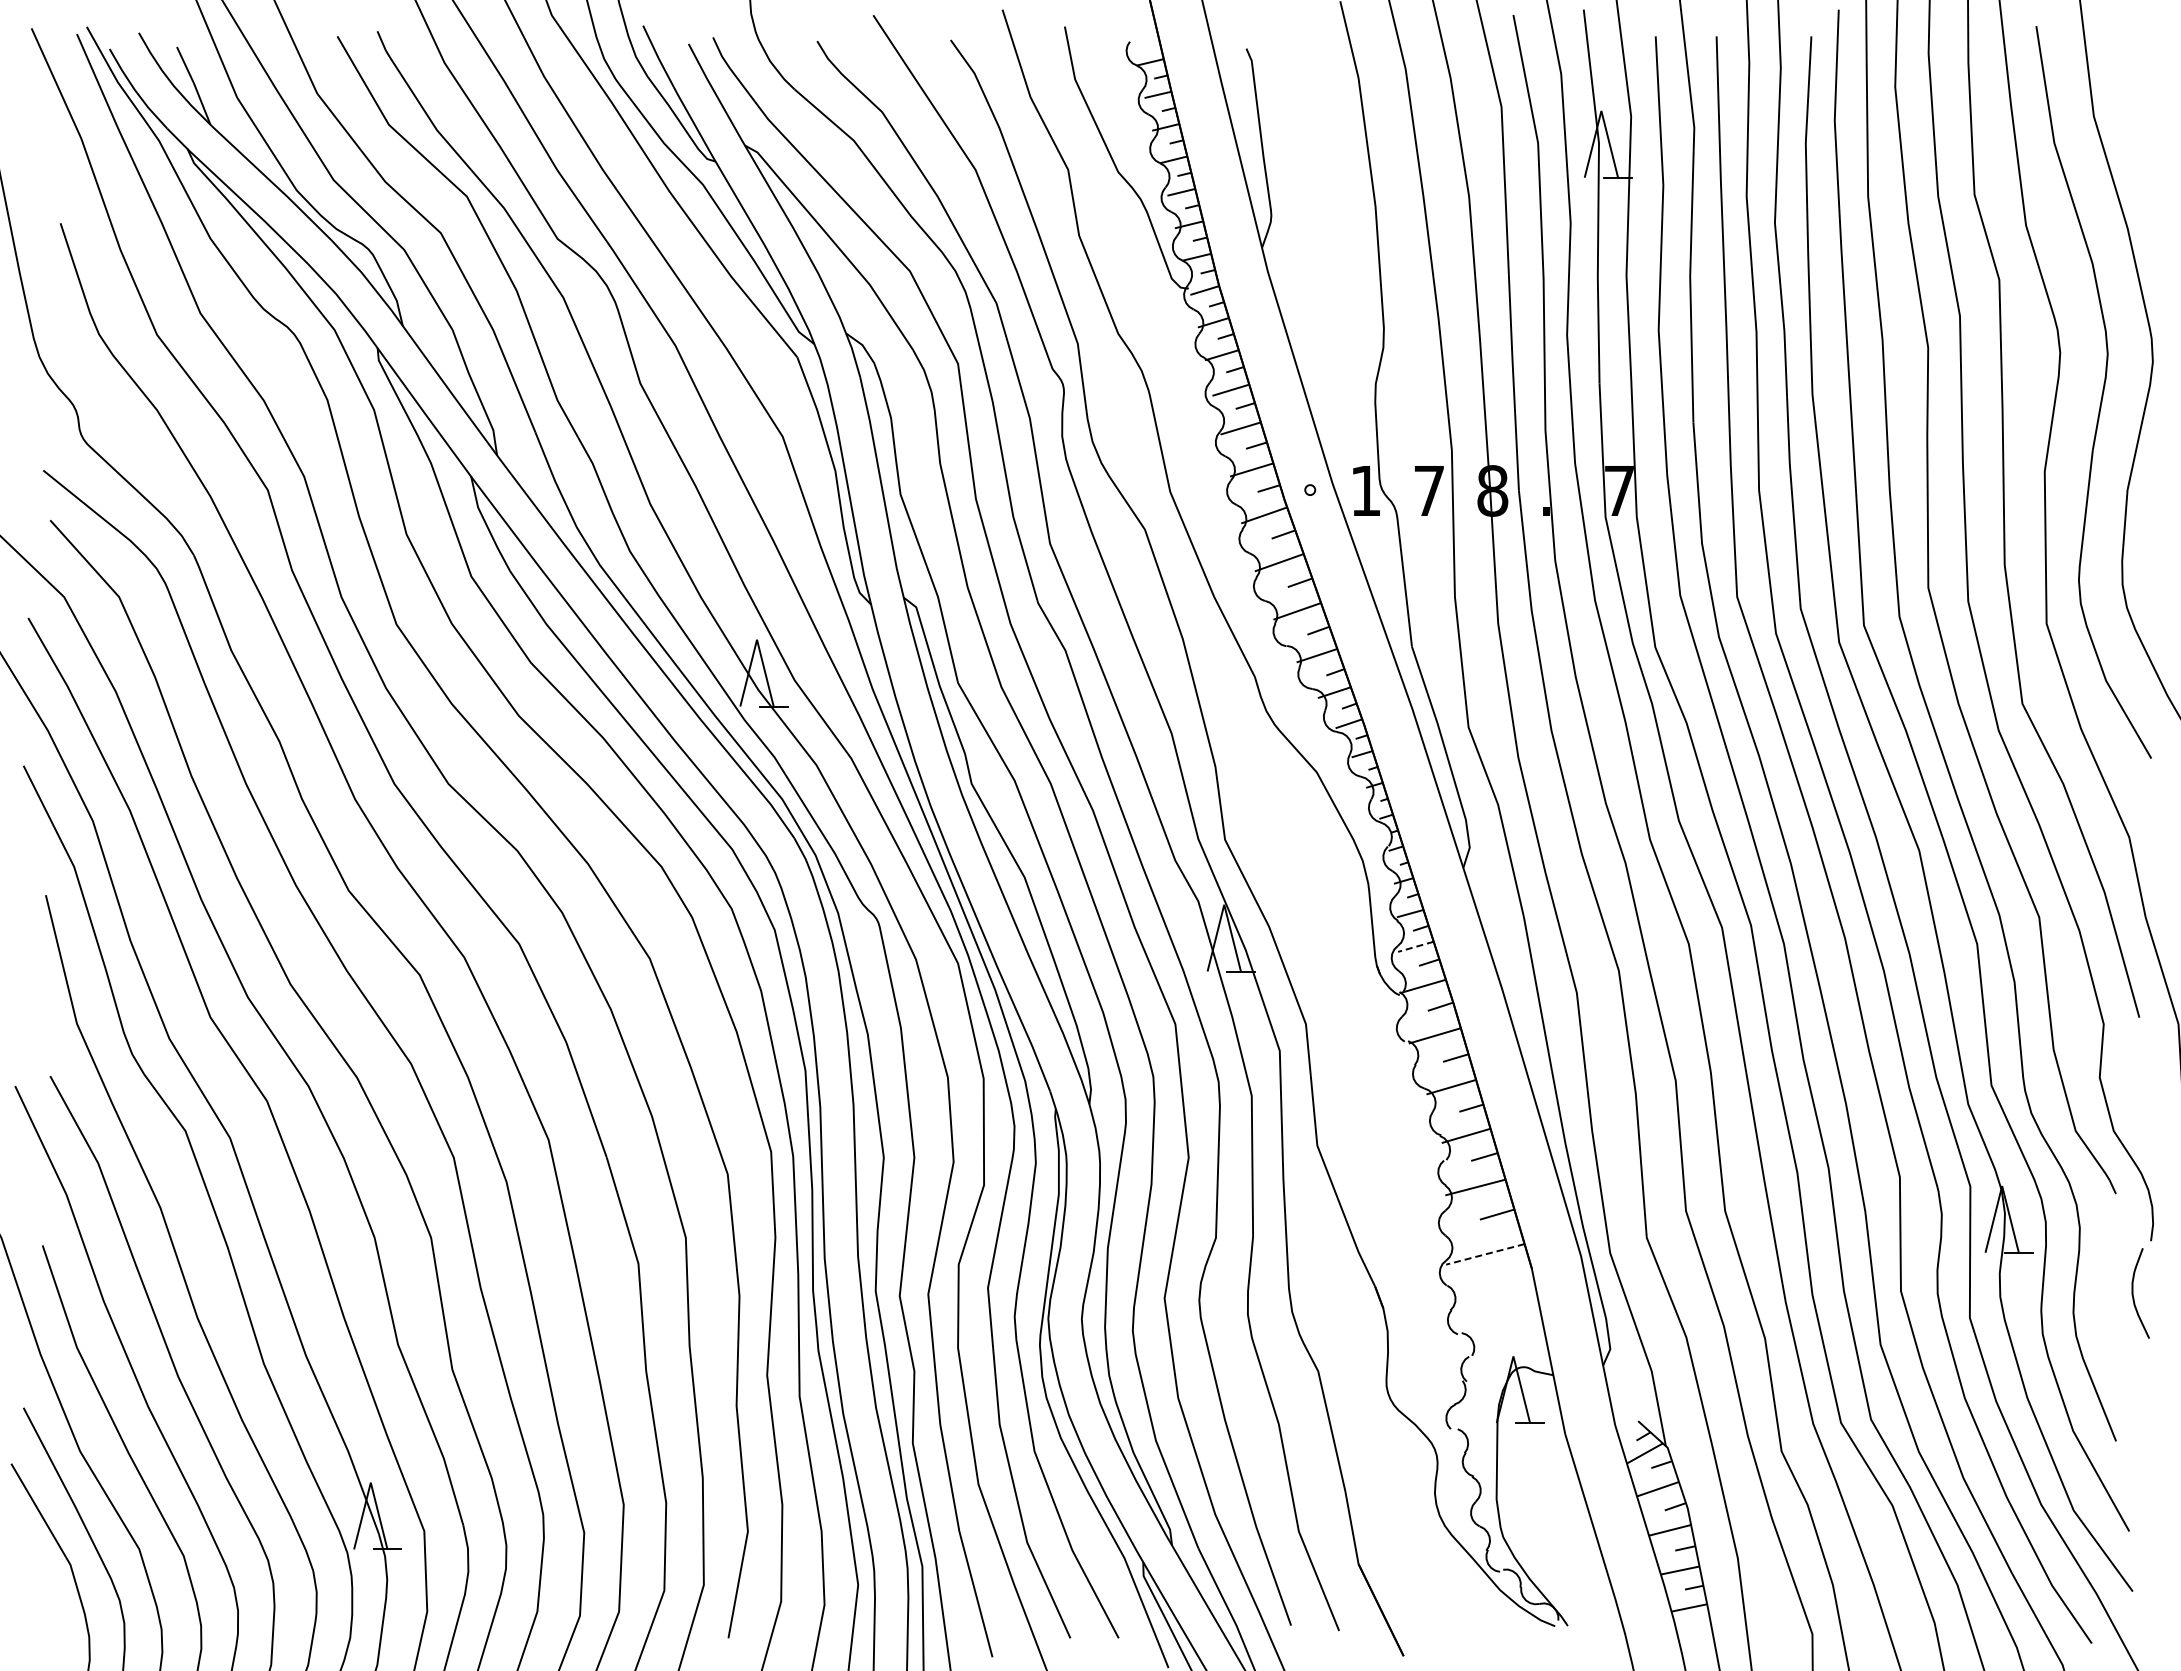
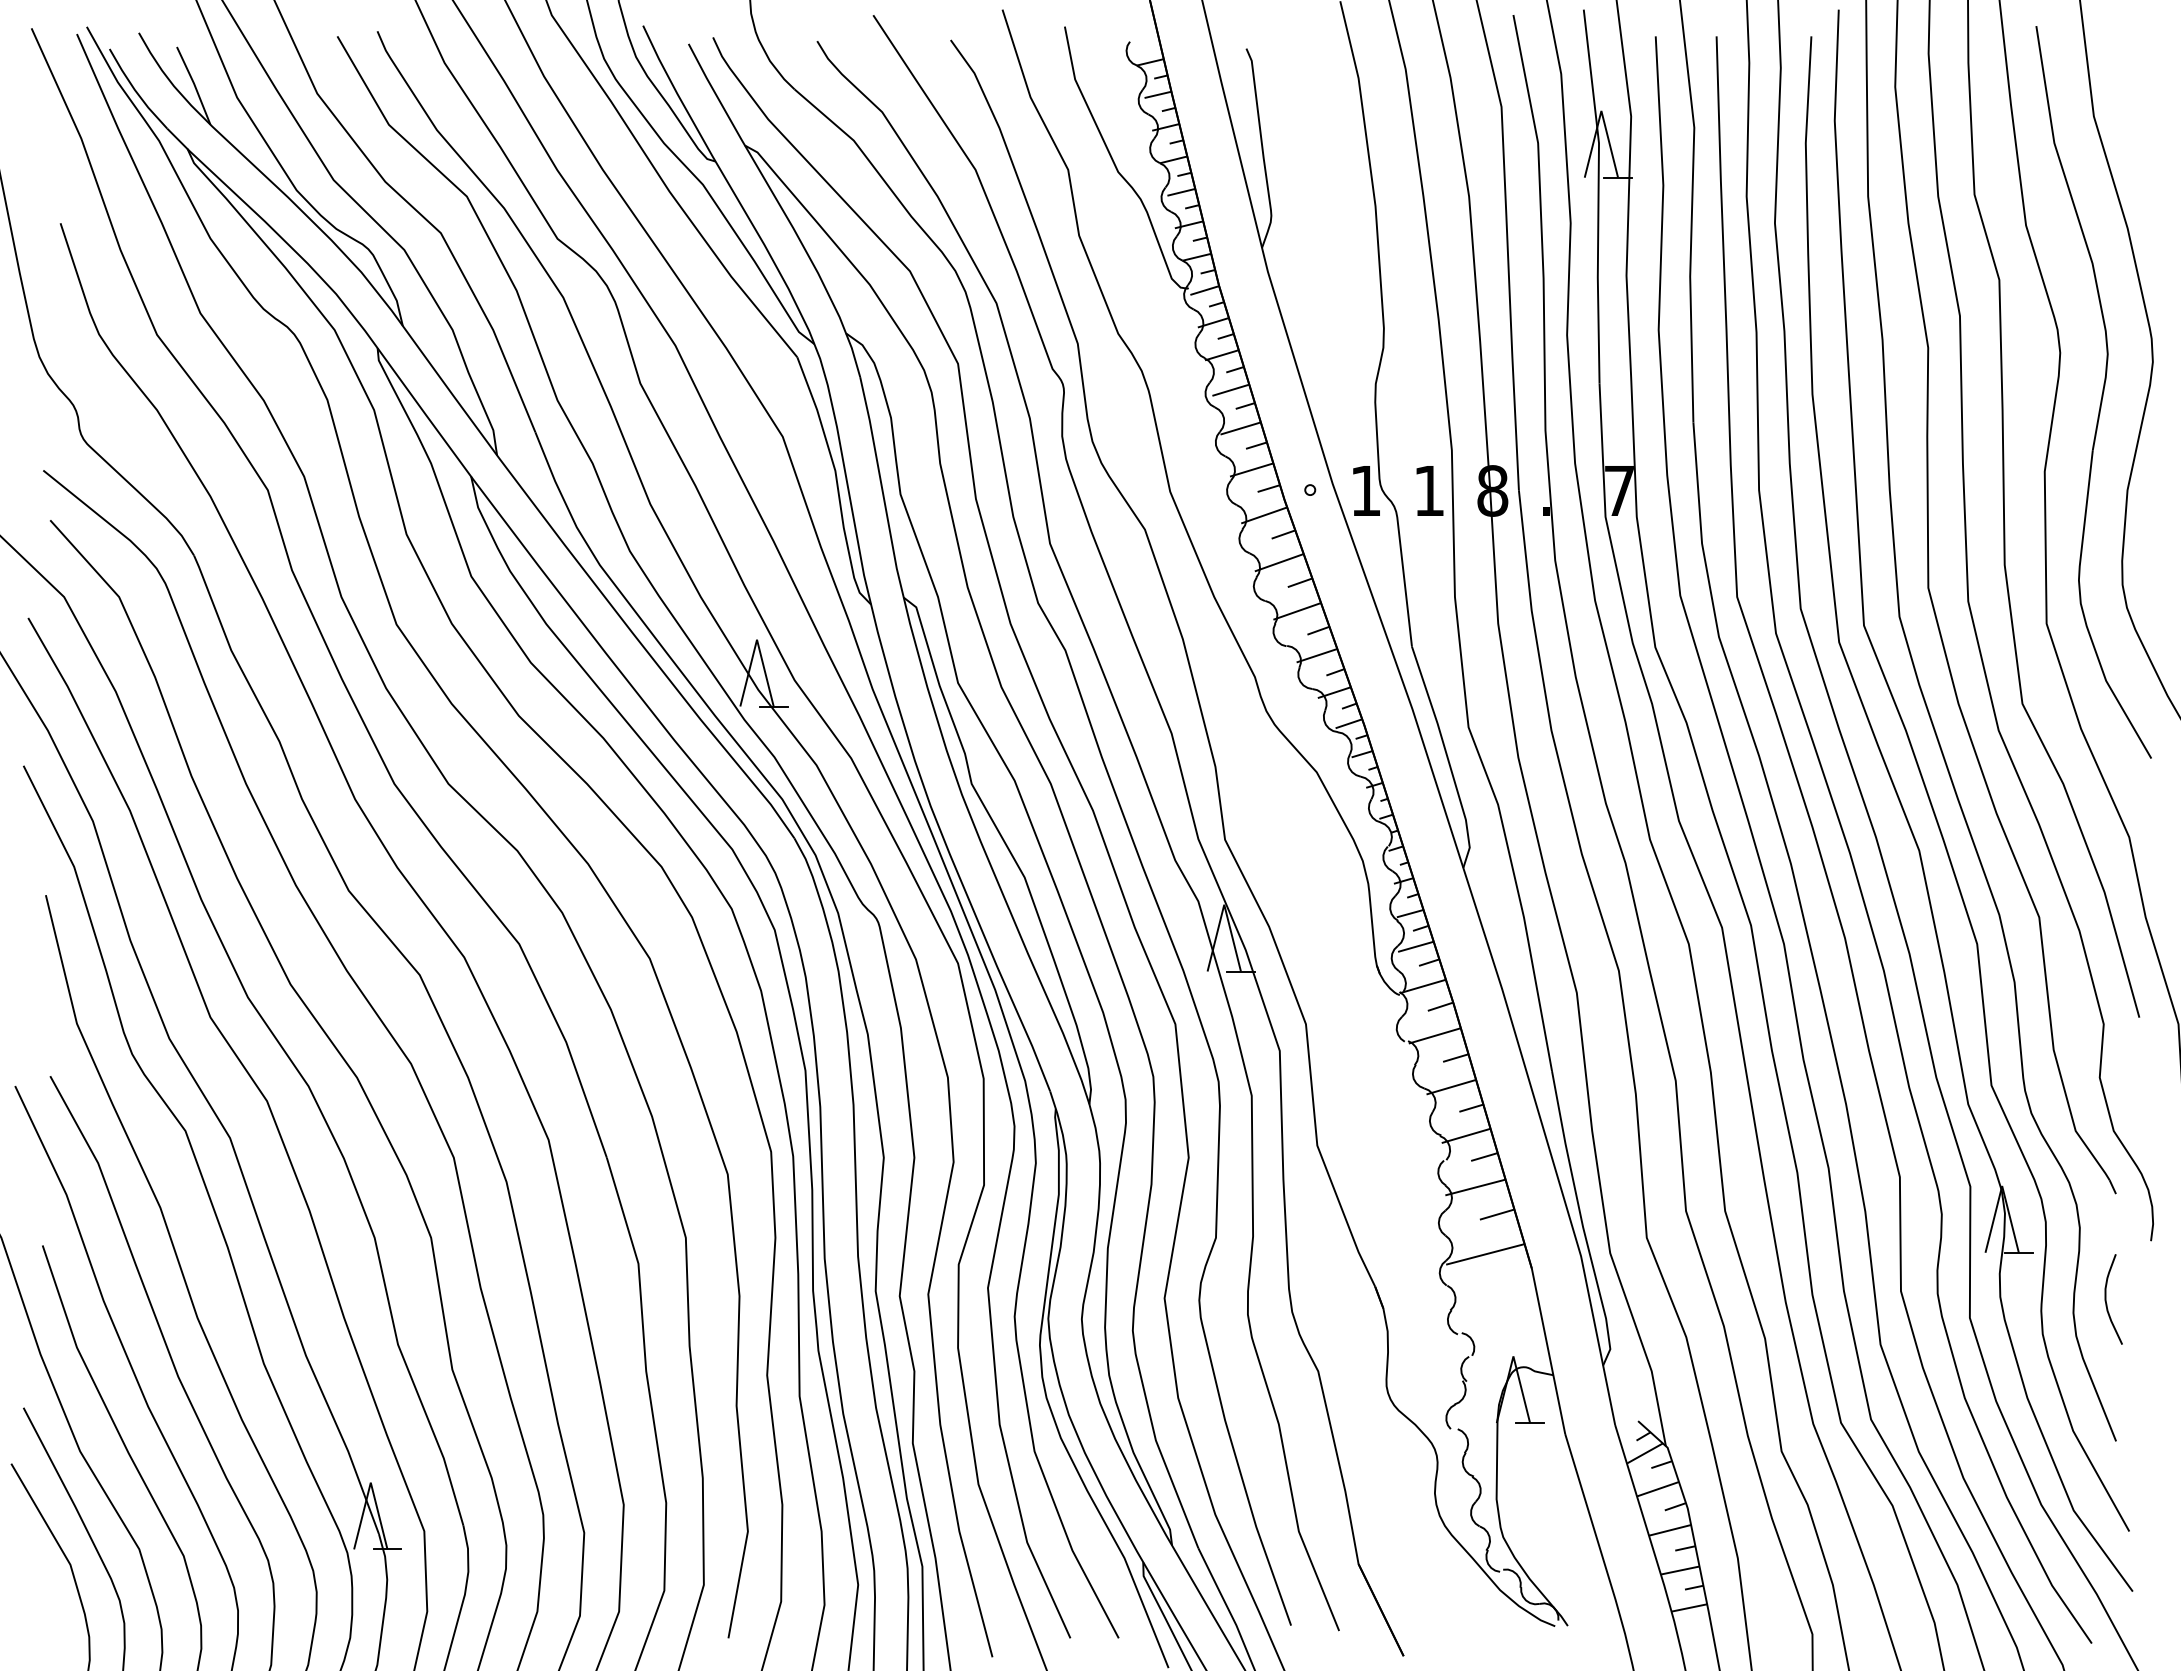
text at (1429, 490): 7 -> 1
line at (1415, 946): dashed -> solid
line at (1485, 1254): dashed -> solid
curve at (2133, 1293) position: (2133, 1293) -> (2106, 1299)
